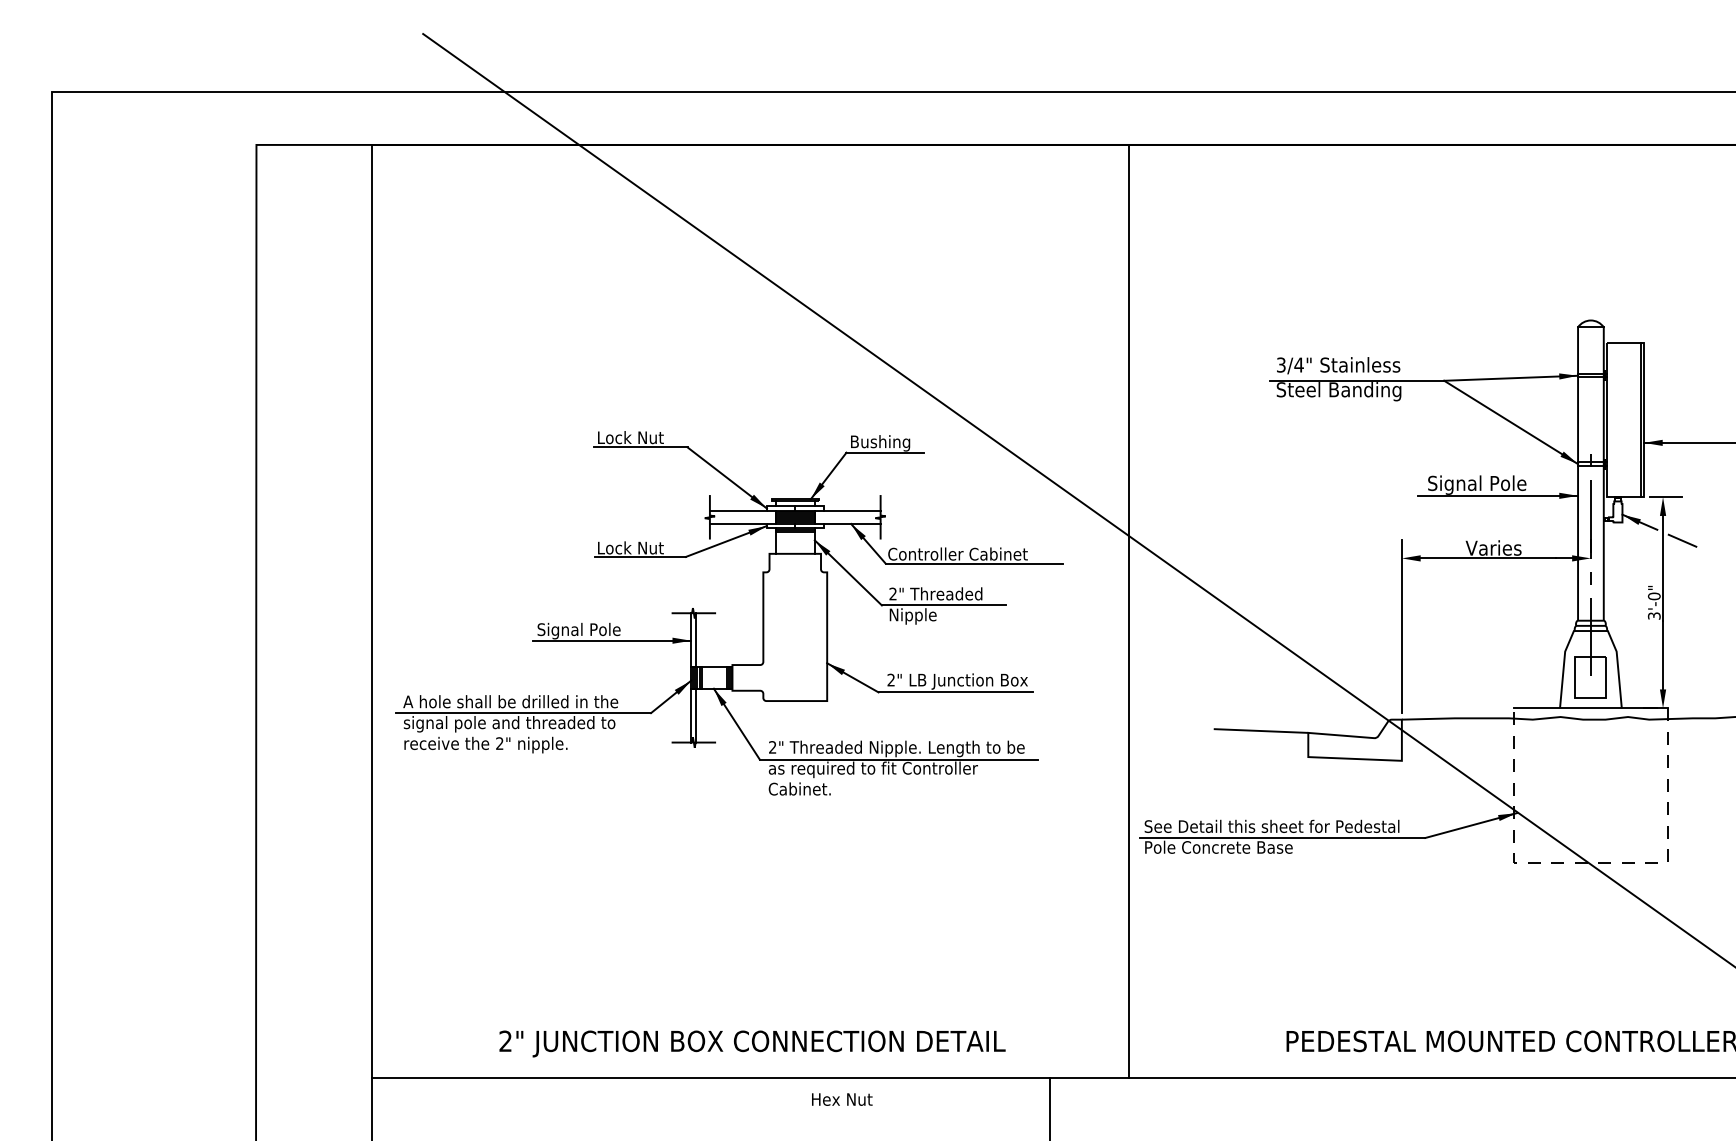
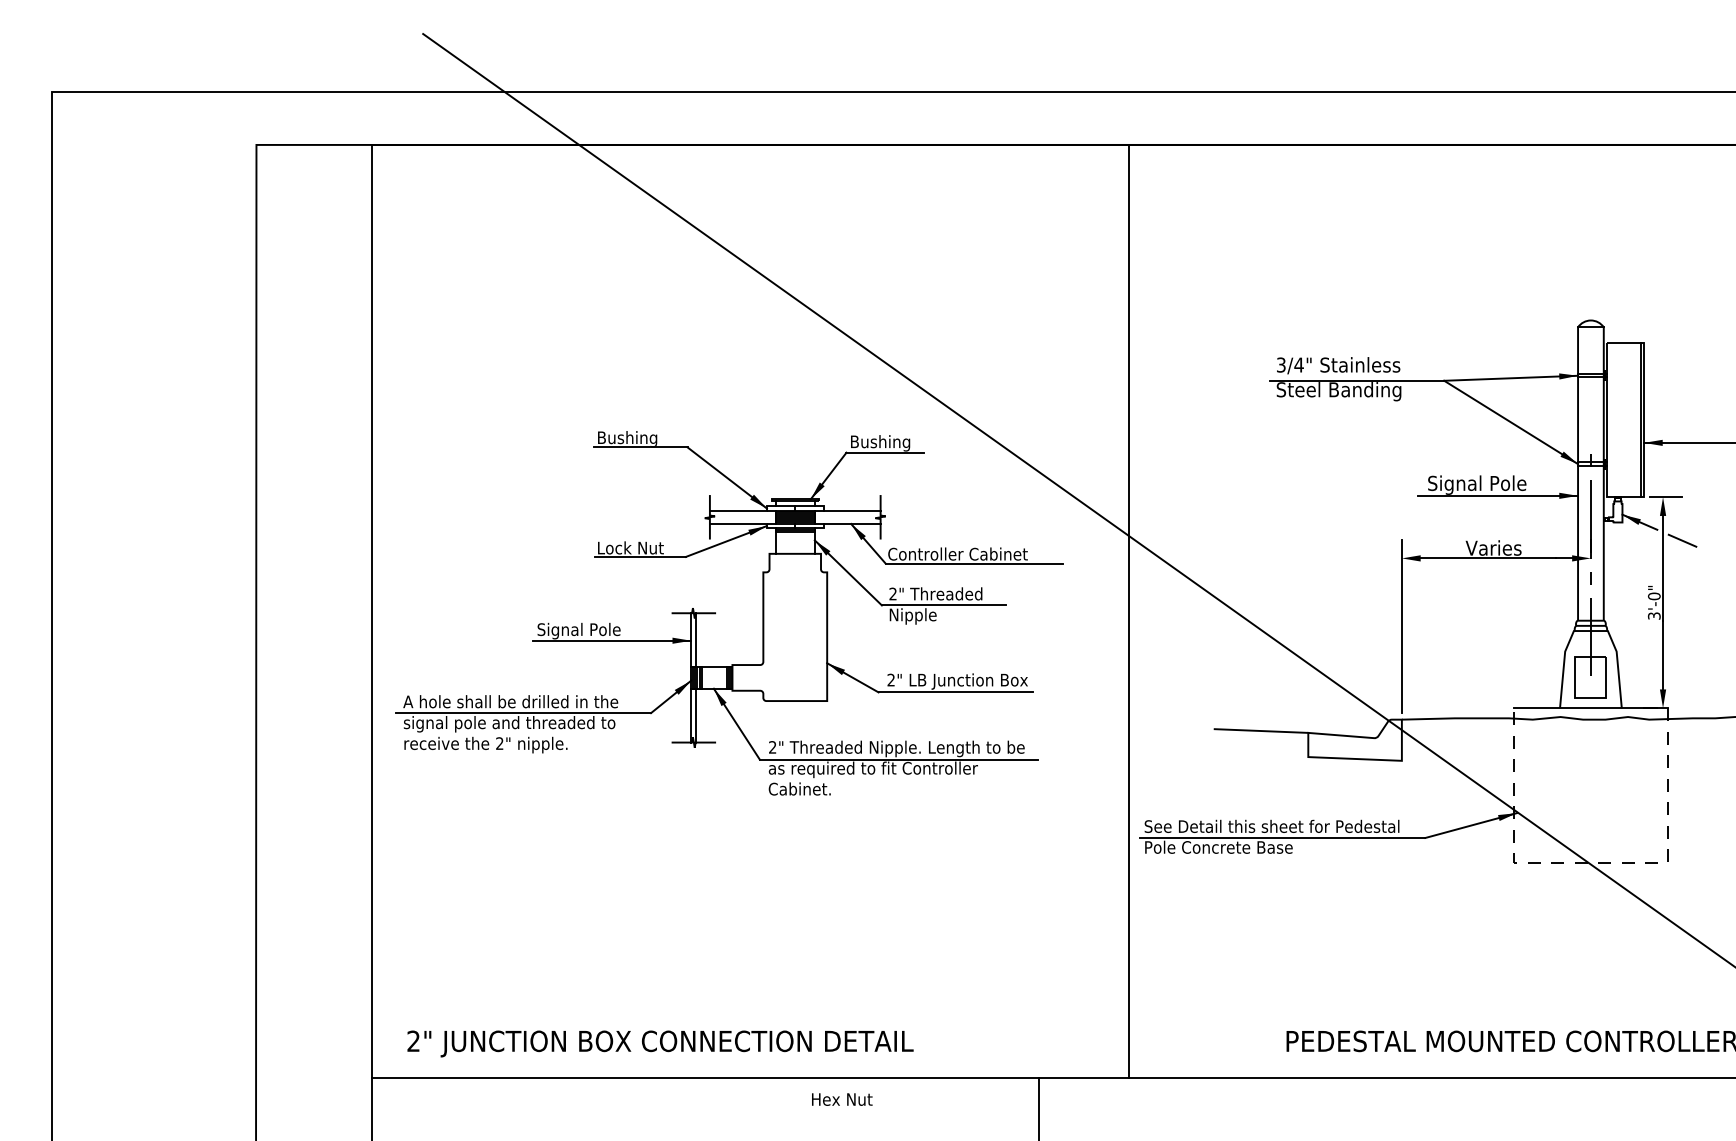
text at (631, 438): Lock Nut -> Bushing
text at (752, 1043) position: (752, 1043) -> (660, 1043)
line at (1049, 1107) position: (1049, 1107) -> (1038, 1107)
